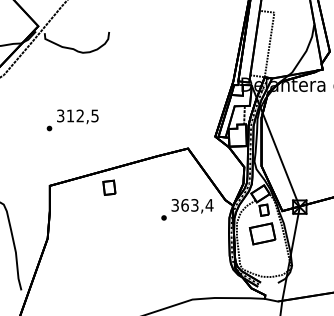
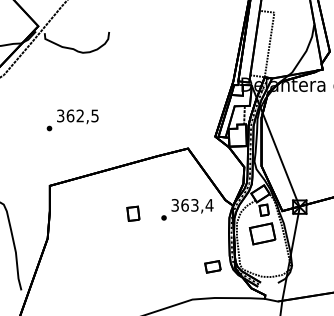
text at (70, 115): 312,5 -> 362,5
part at (109, 187) position: (109, 187) -> (133, 213)
part at (212, 266): none -> present
